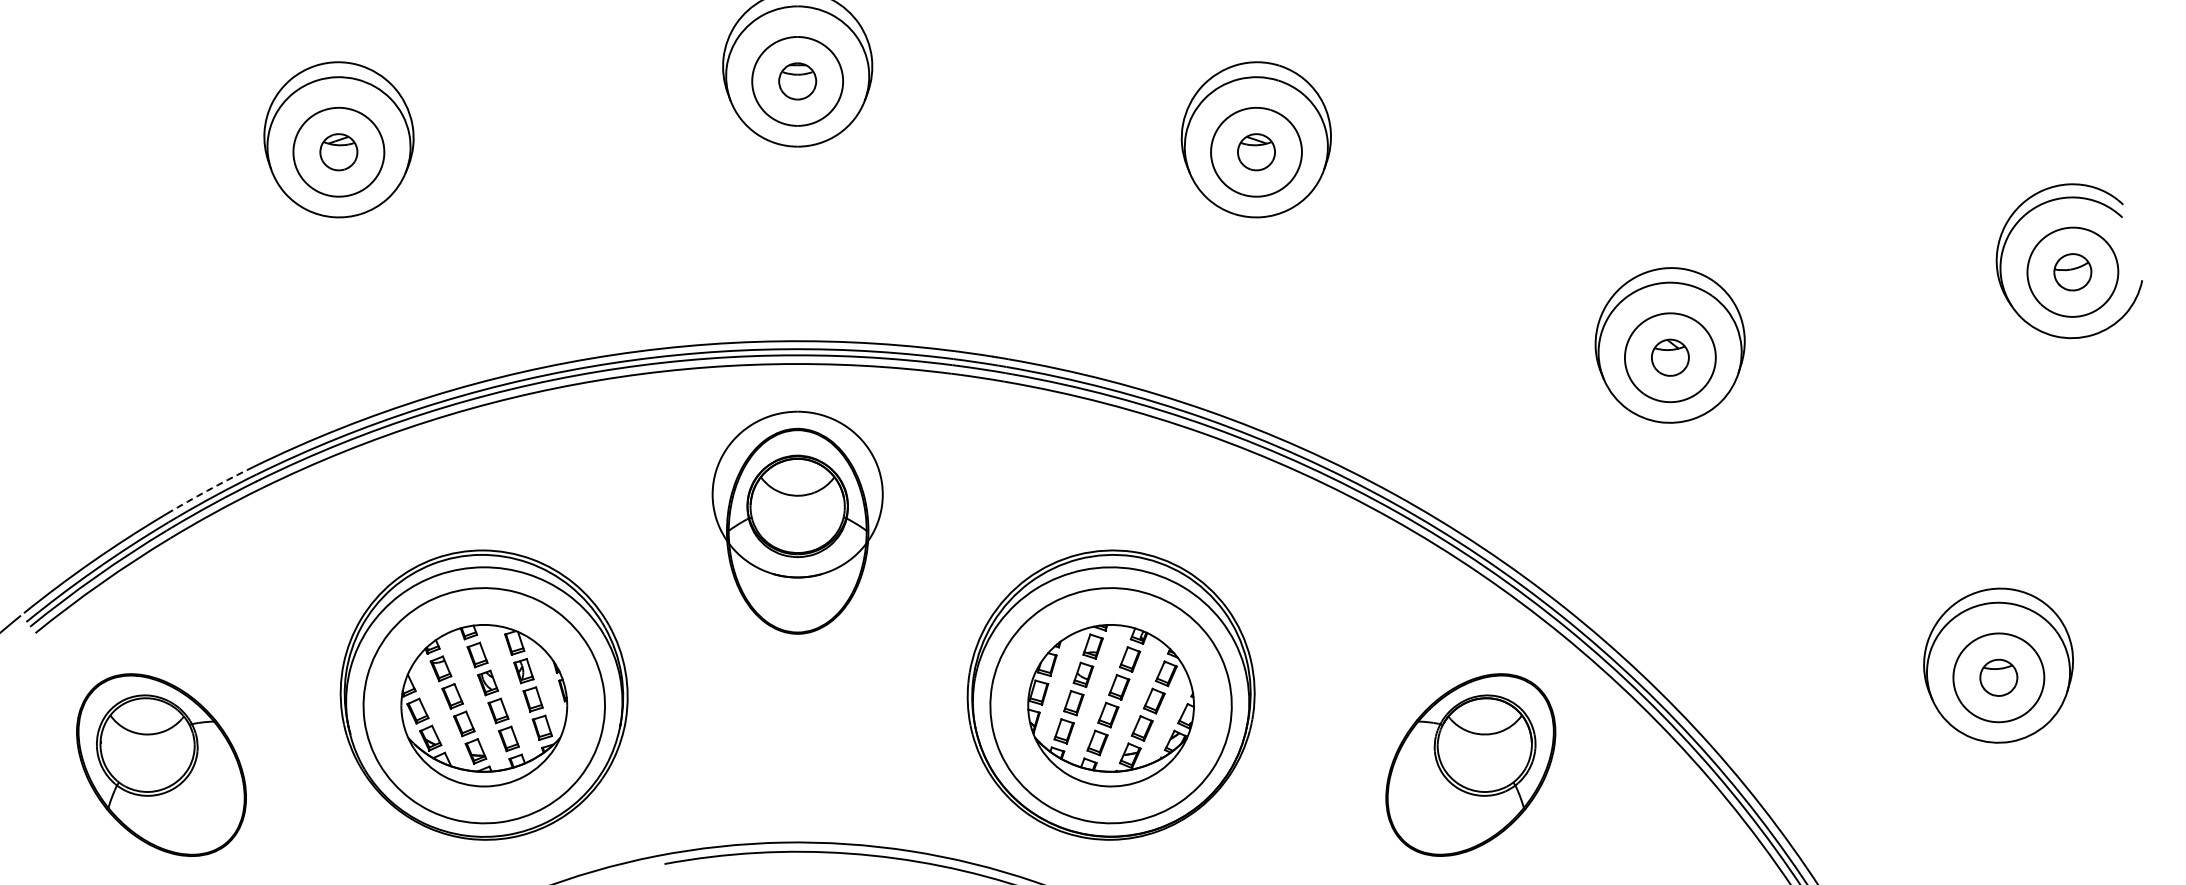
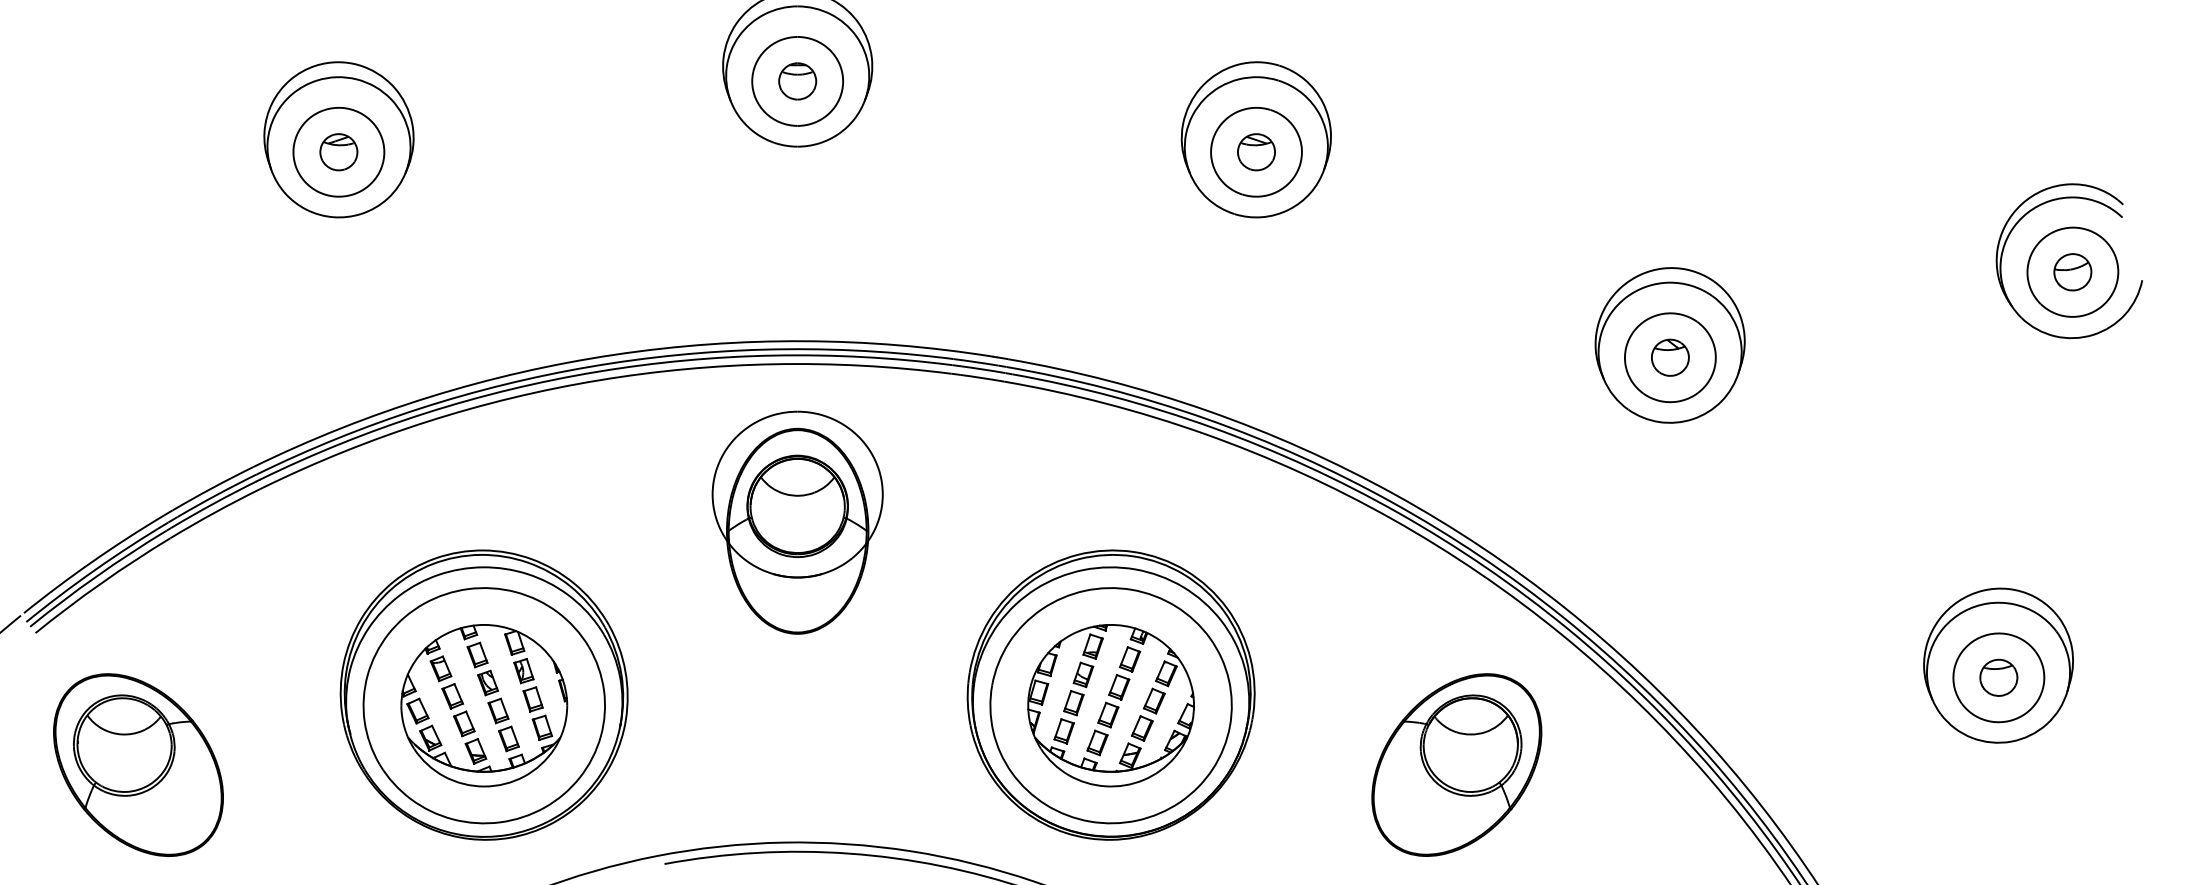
arc at (212, 488): dashed -> solid
part at (161, 764) position: (161, 764) -> (138, 764)
part at (1470, 764) position: (1470, 764) -> (1456, 764)
